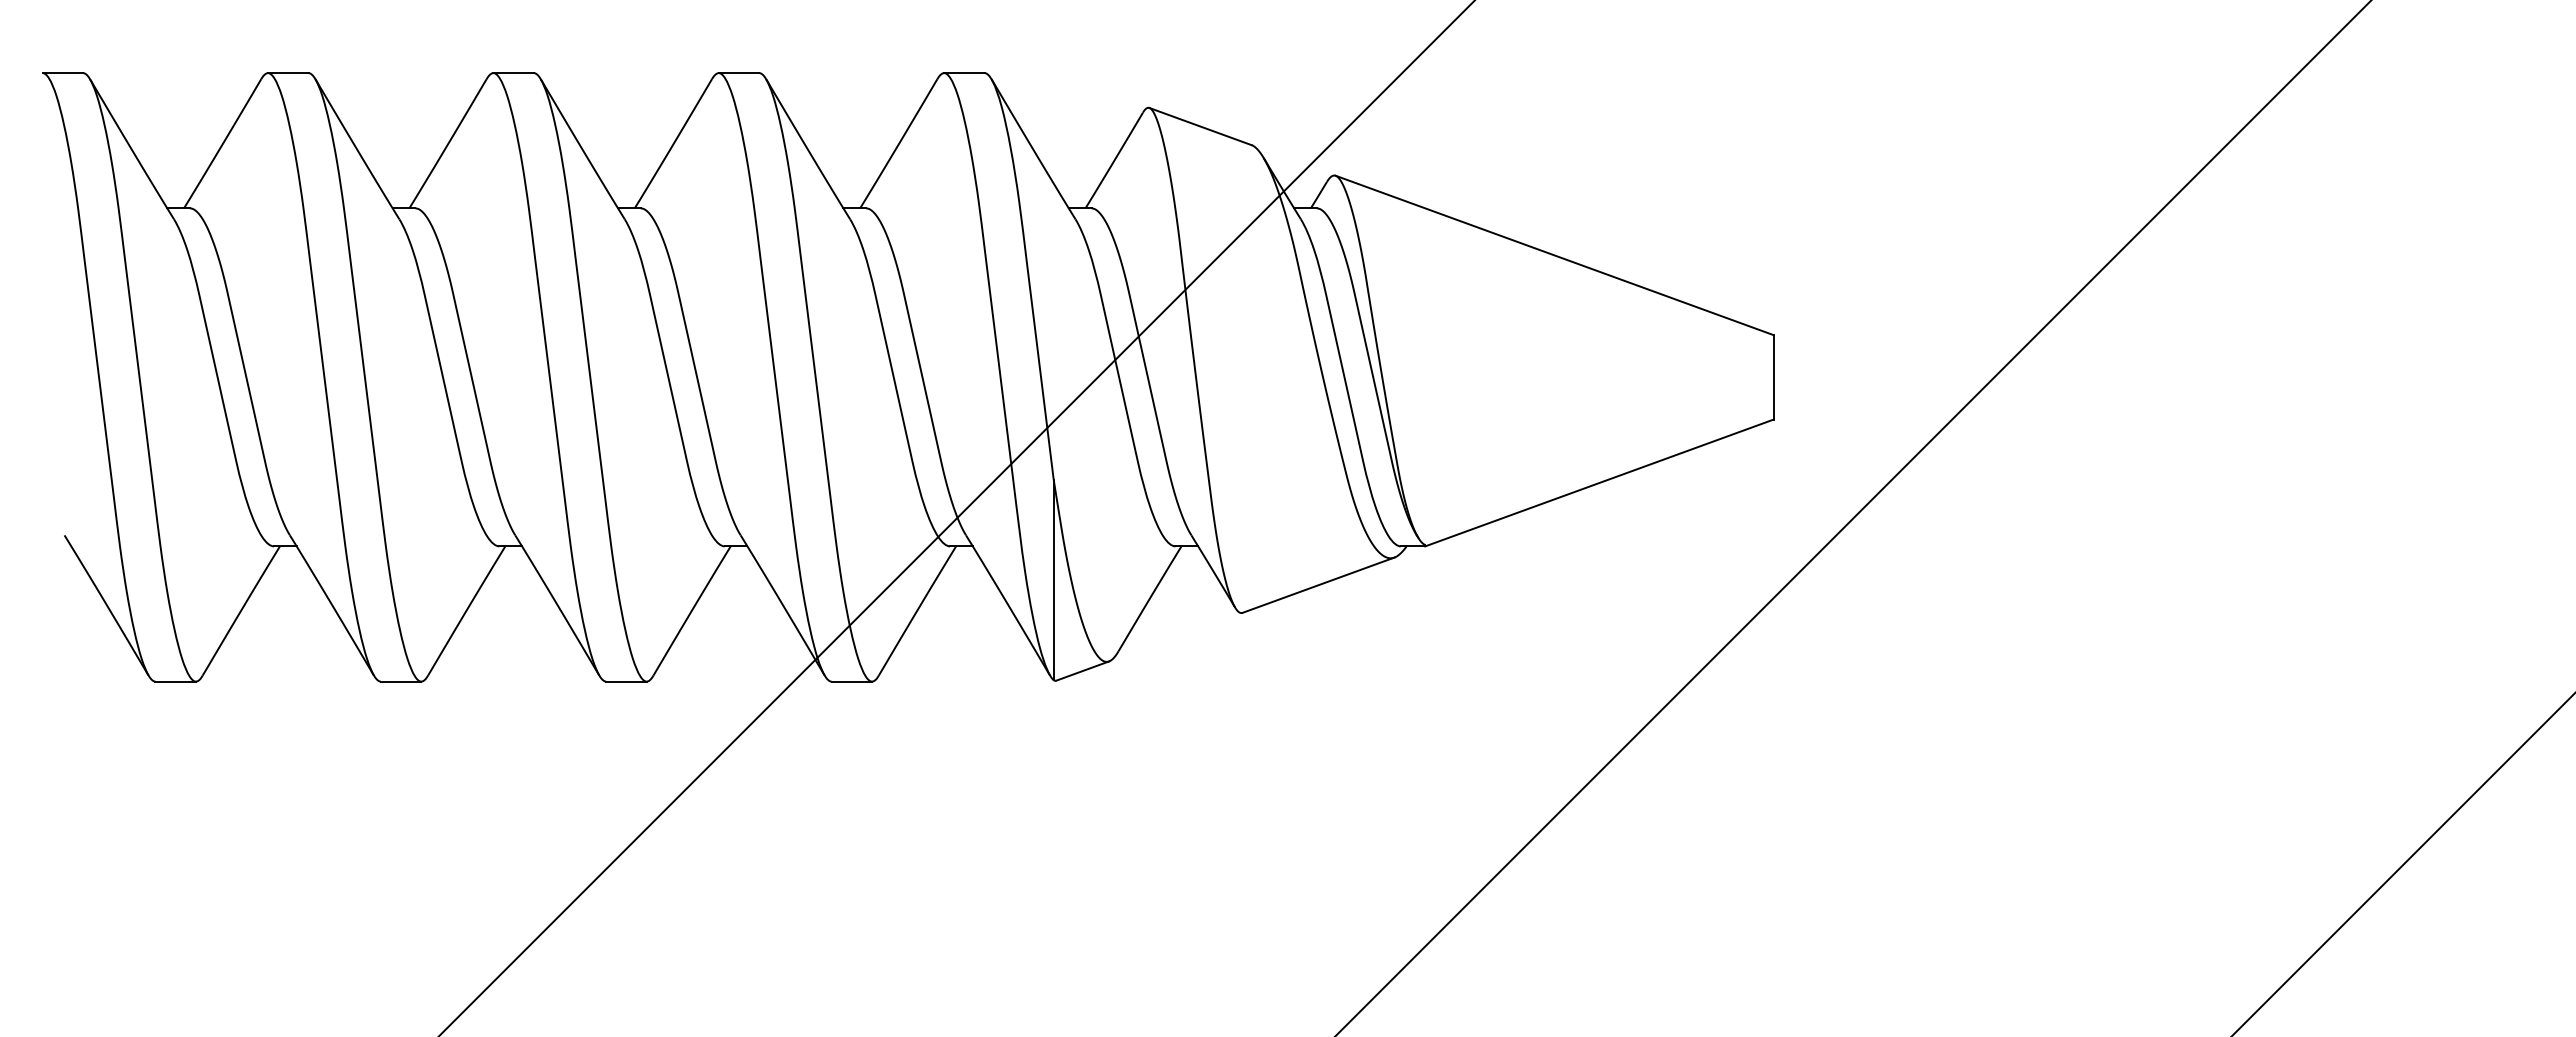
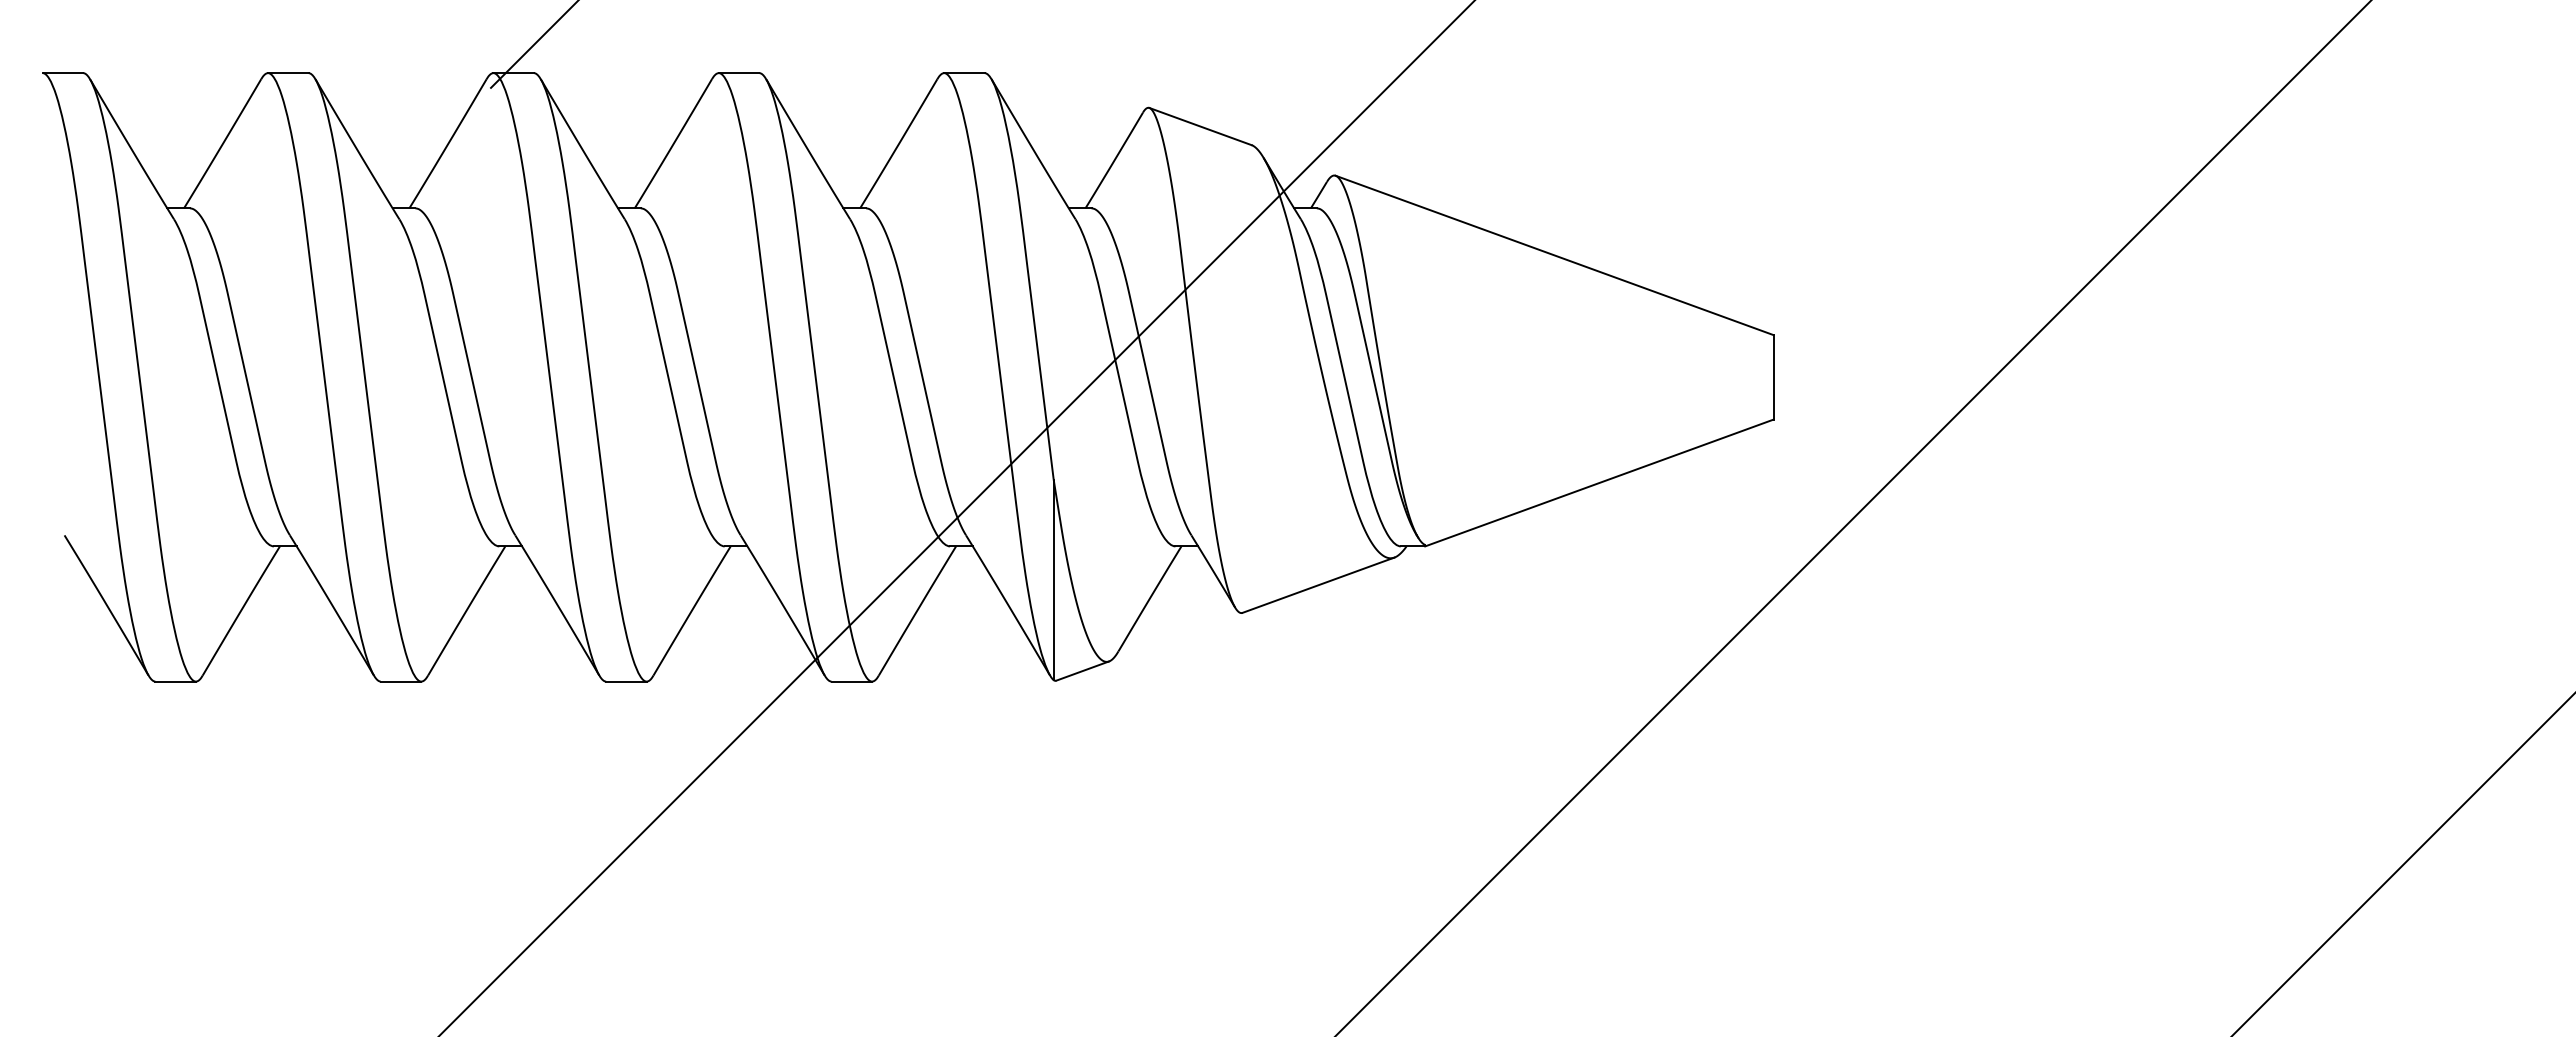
line at (533, 44): none -> present
